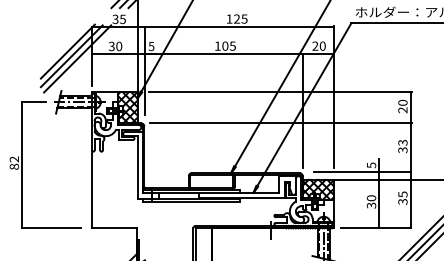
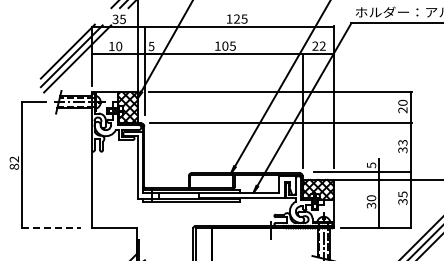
text at (322, 45): 20 -> 22
text at (111, 46): 30 -> 10
line at (51, 228): solid -> dashed
